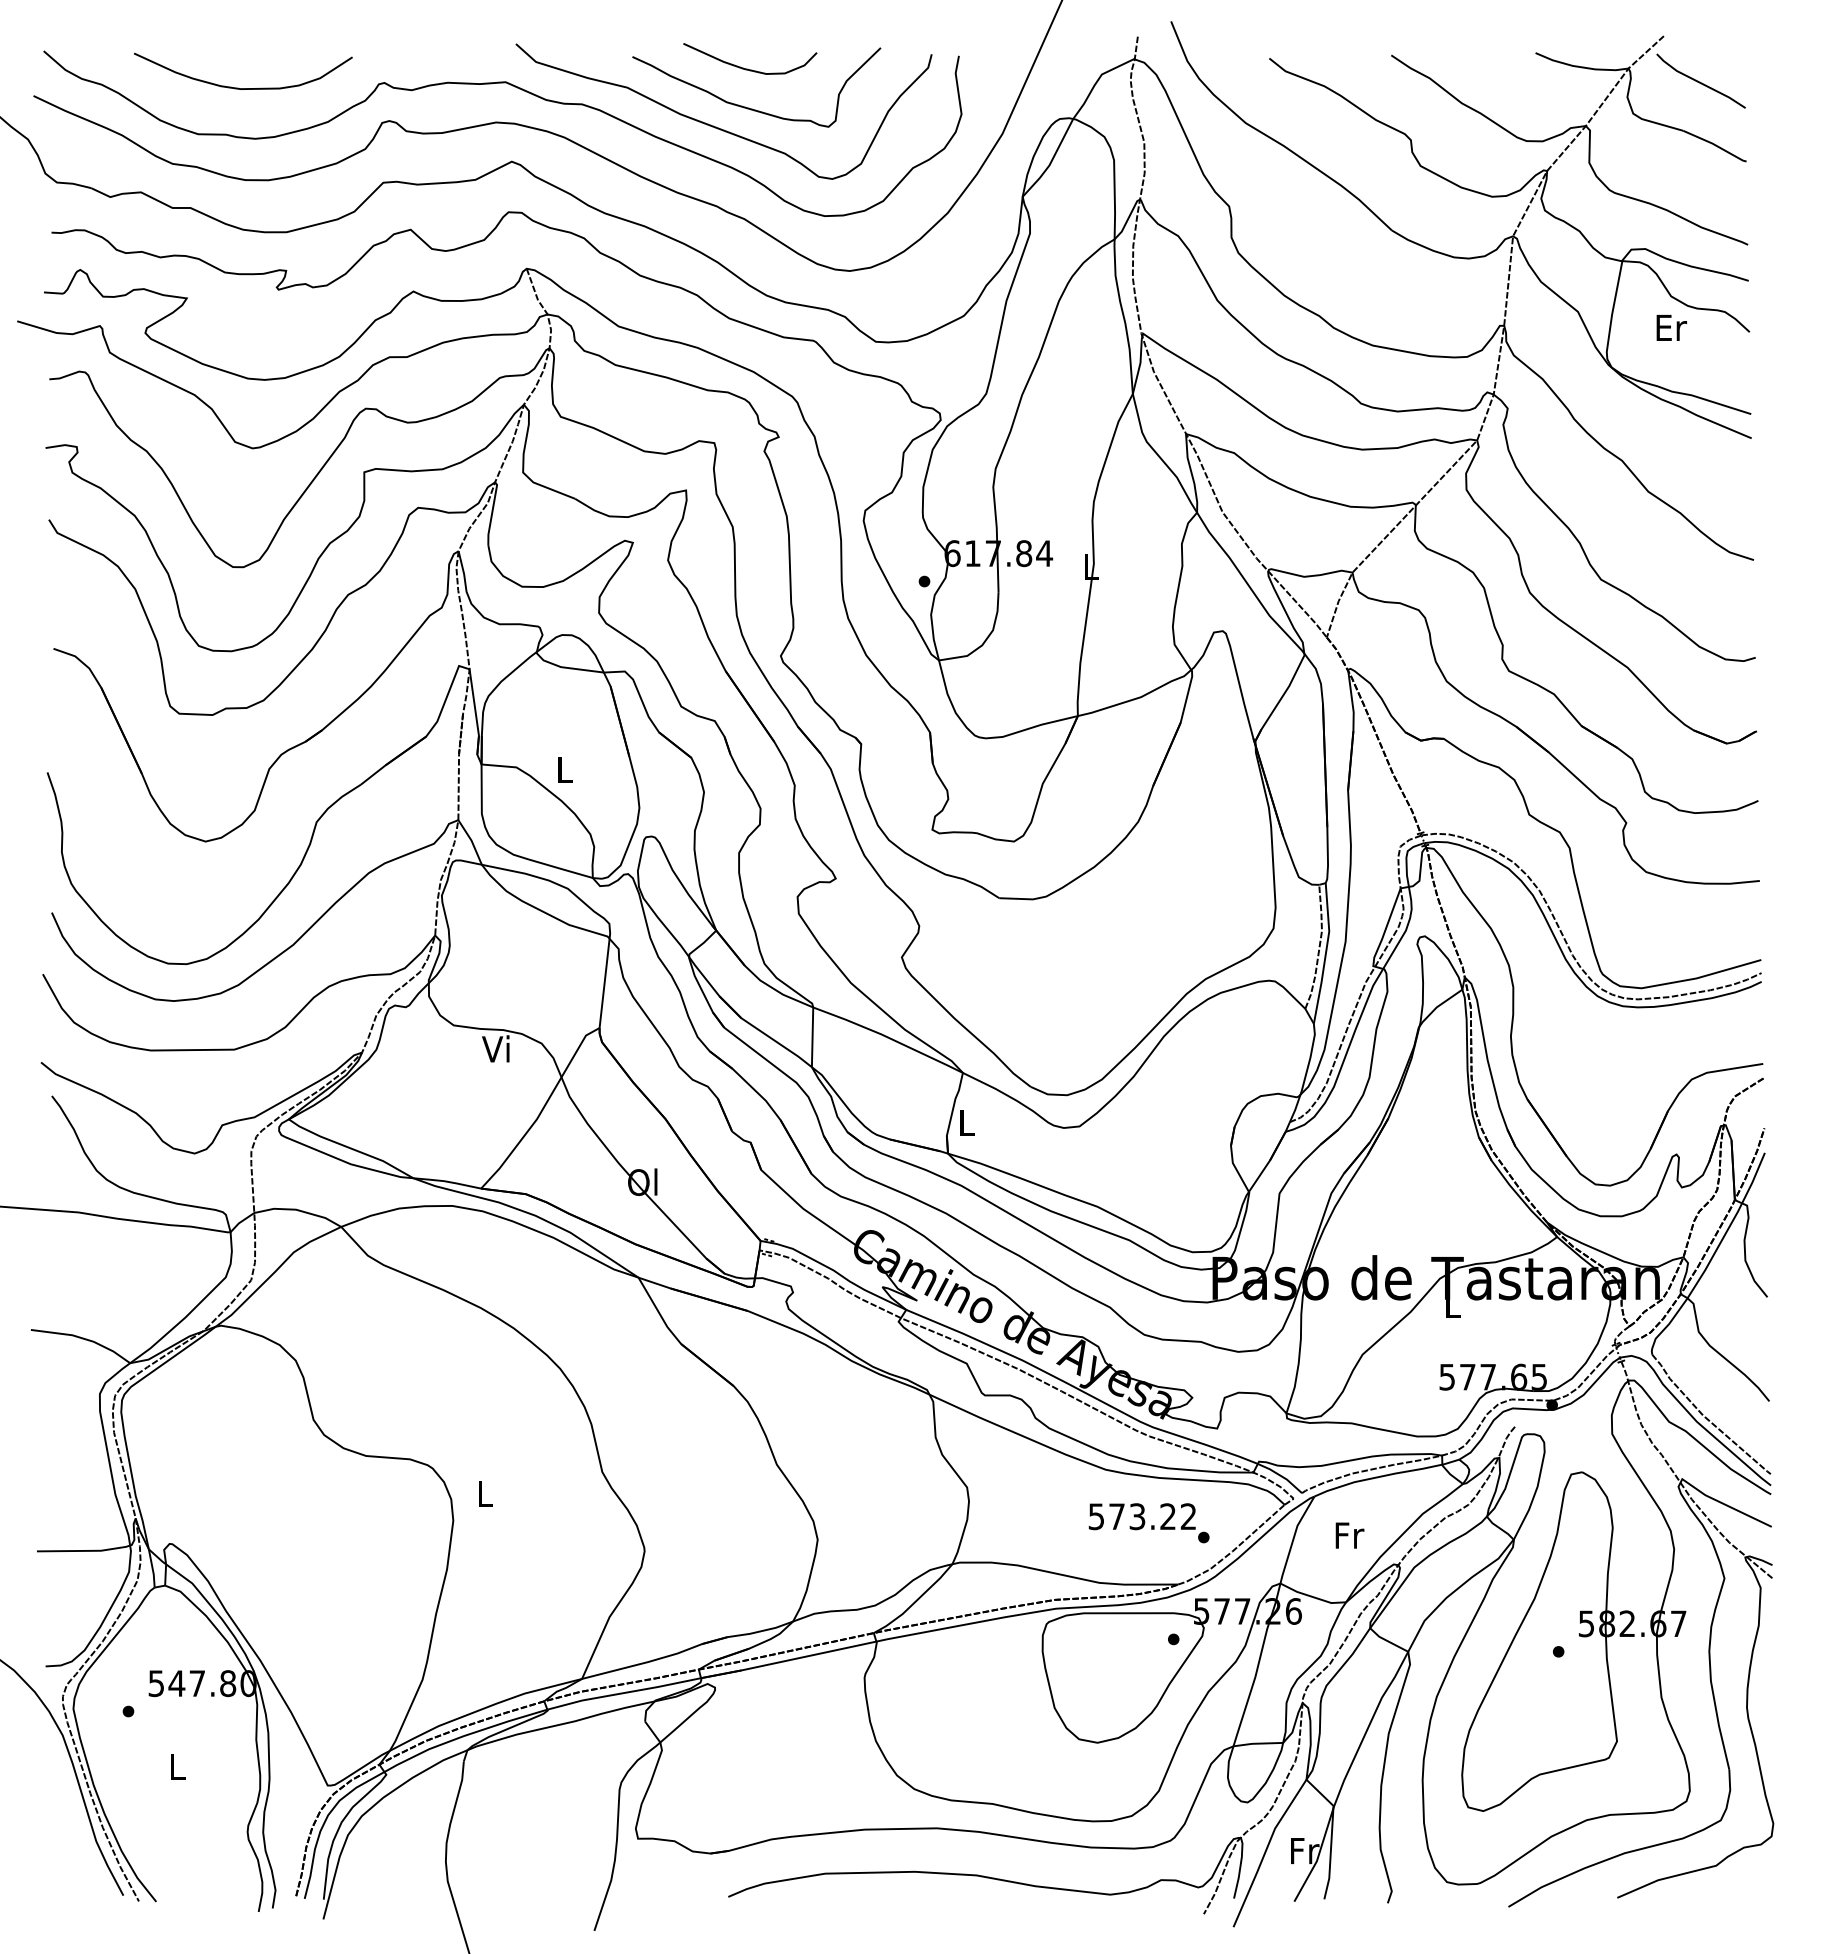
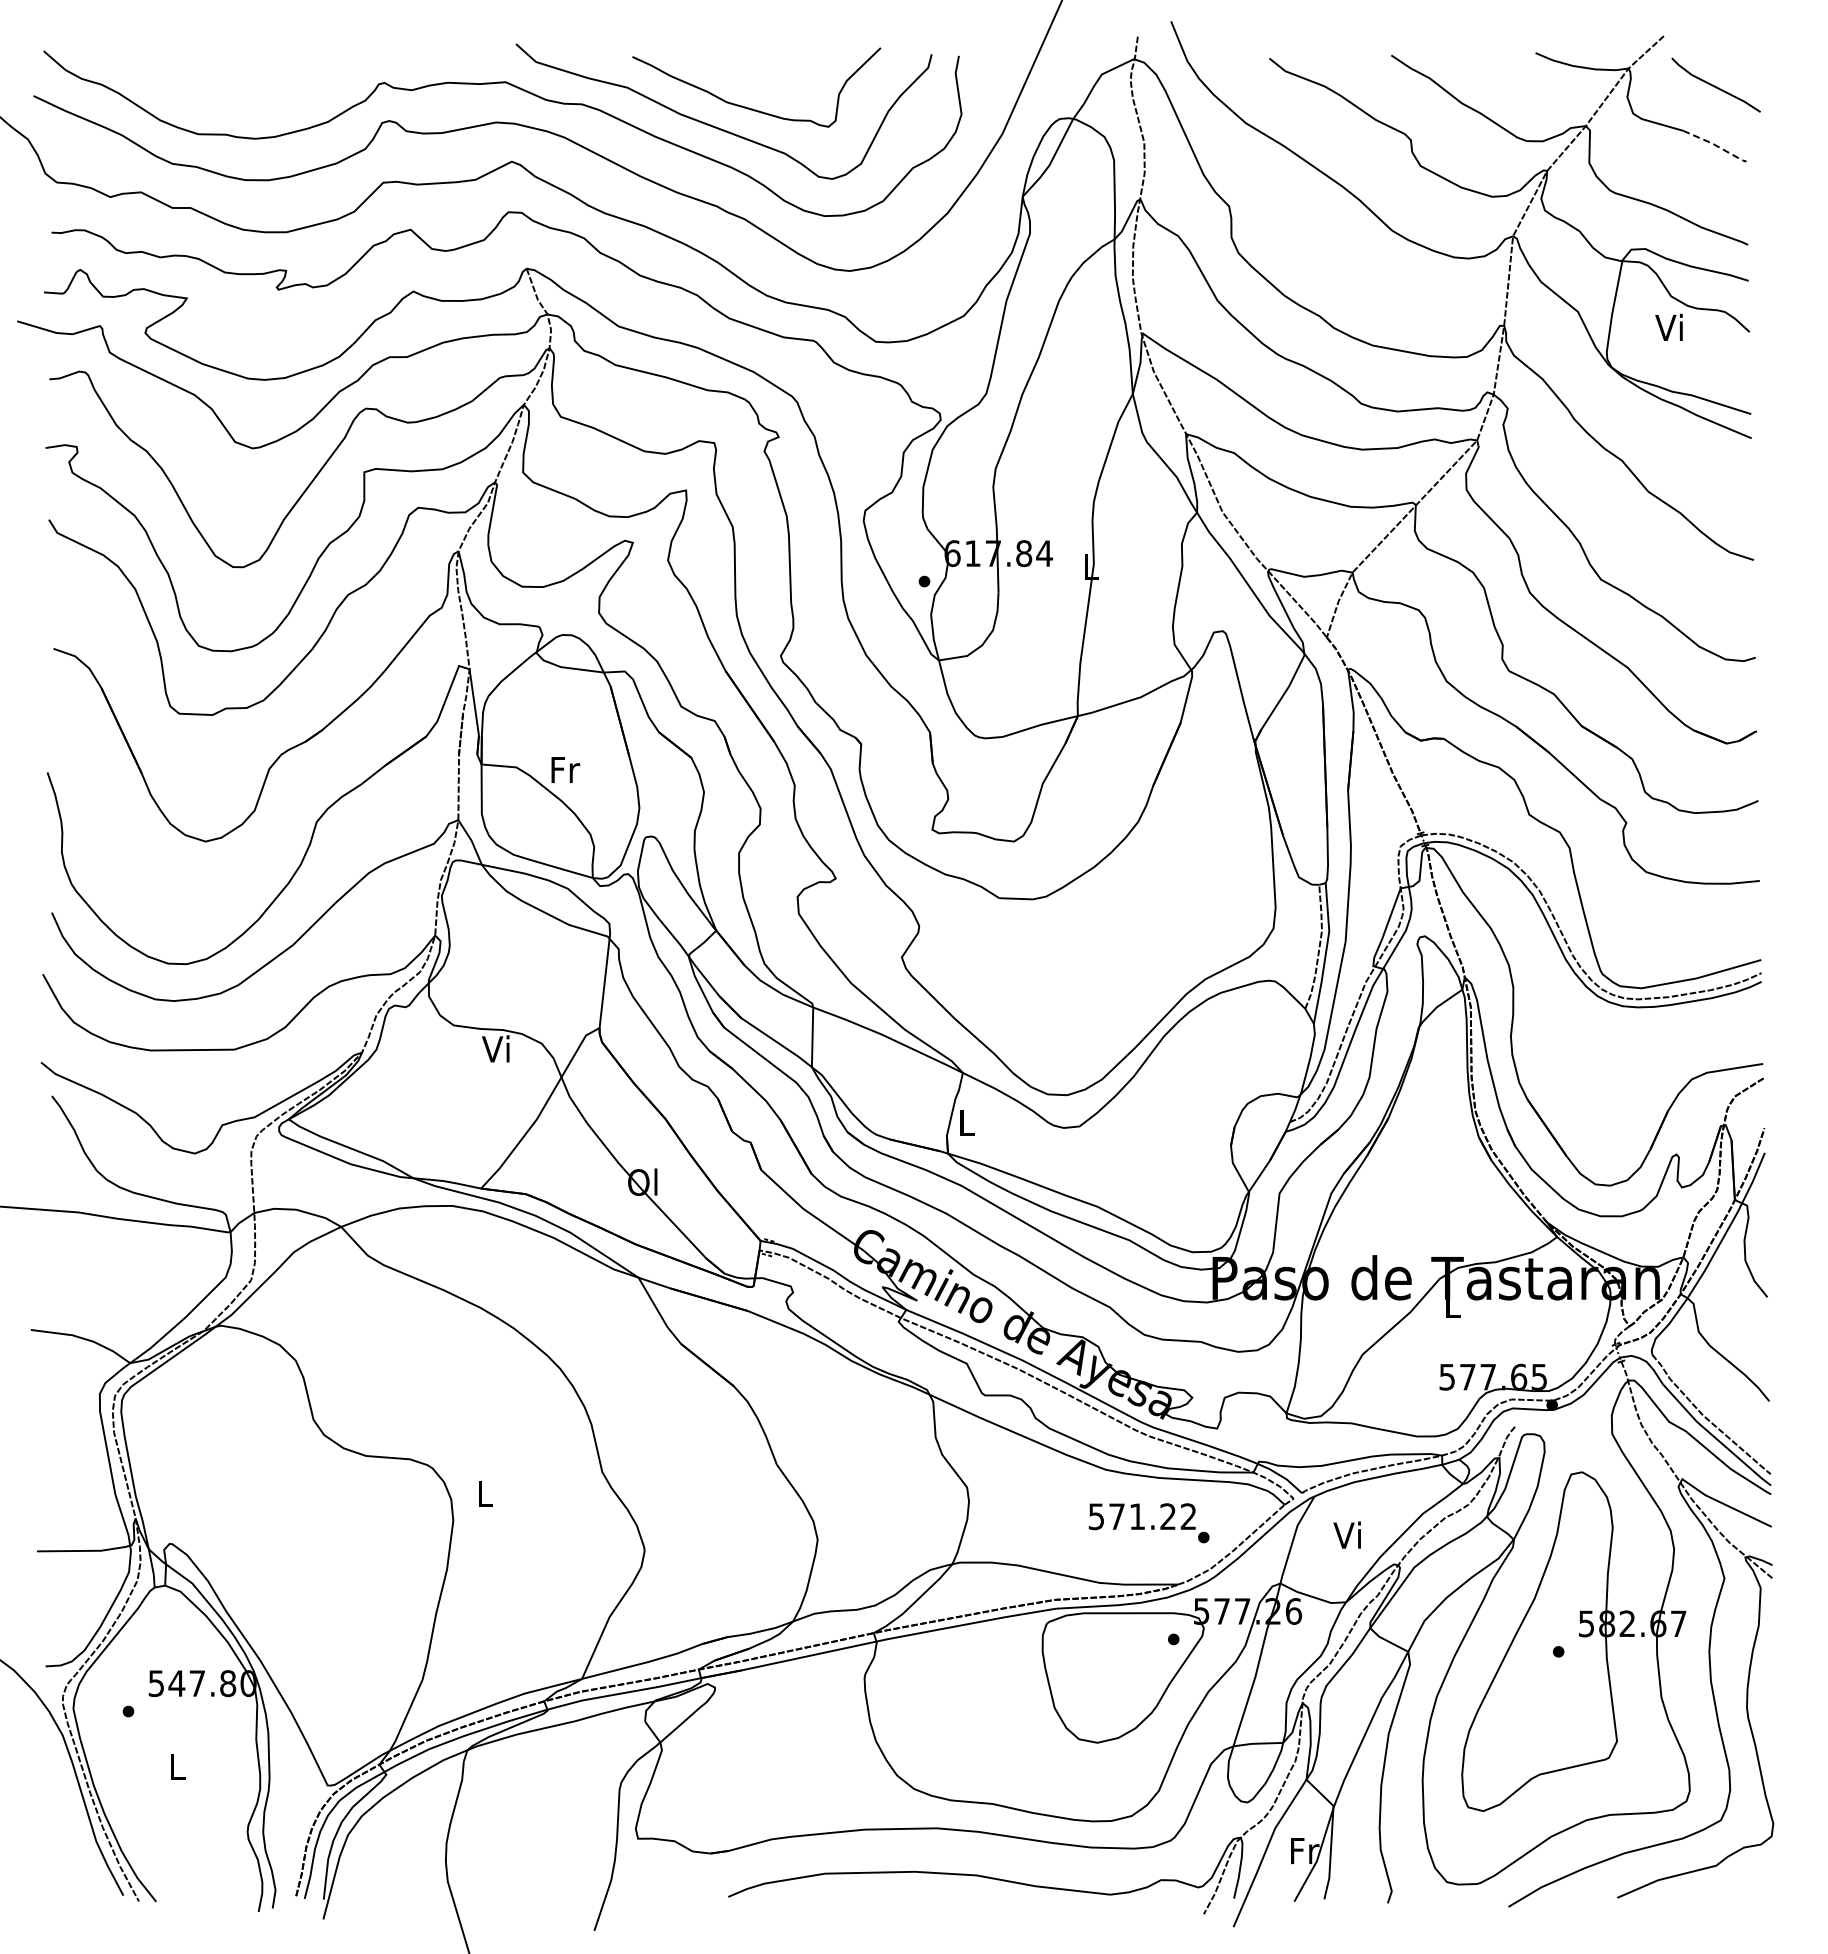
curve at (747, 68): present -> none
line at (1700, 81) position: (1700, 81) -> (1715, 85)
curve at (238, 87): present -> none
line at (1715, 145): solid -> dashed
text at (1671, 326): Er -> Vi
text at (565, 770): L -> Fr
text at (1137, 1516): 573.22 -> 571.22
text at (1348, 1534): Fr -> Vi
